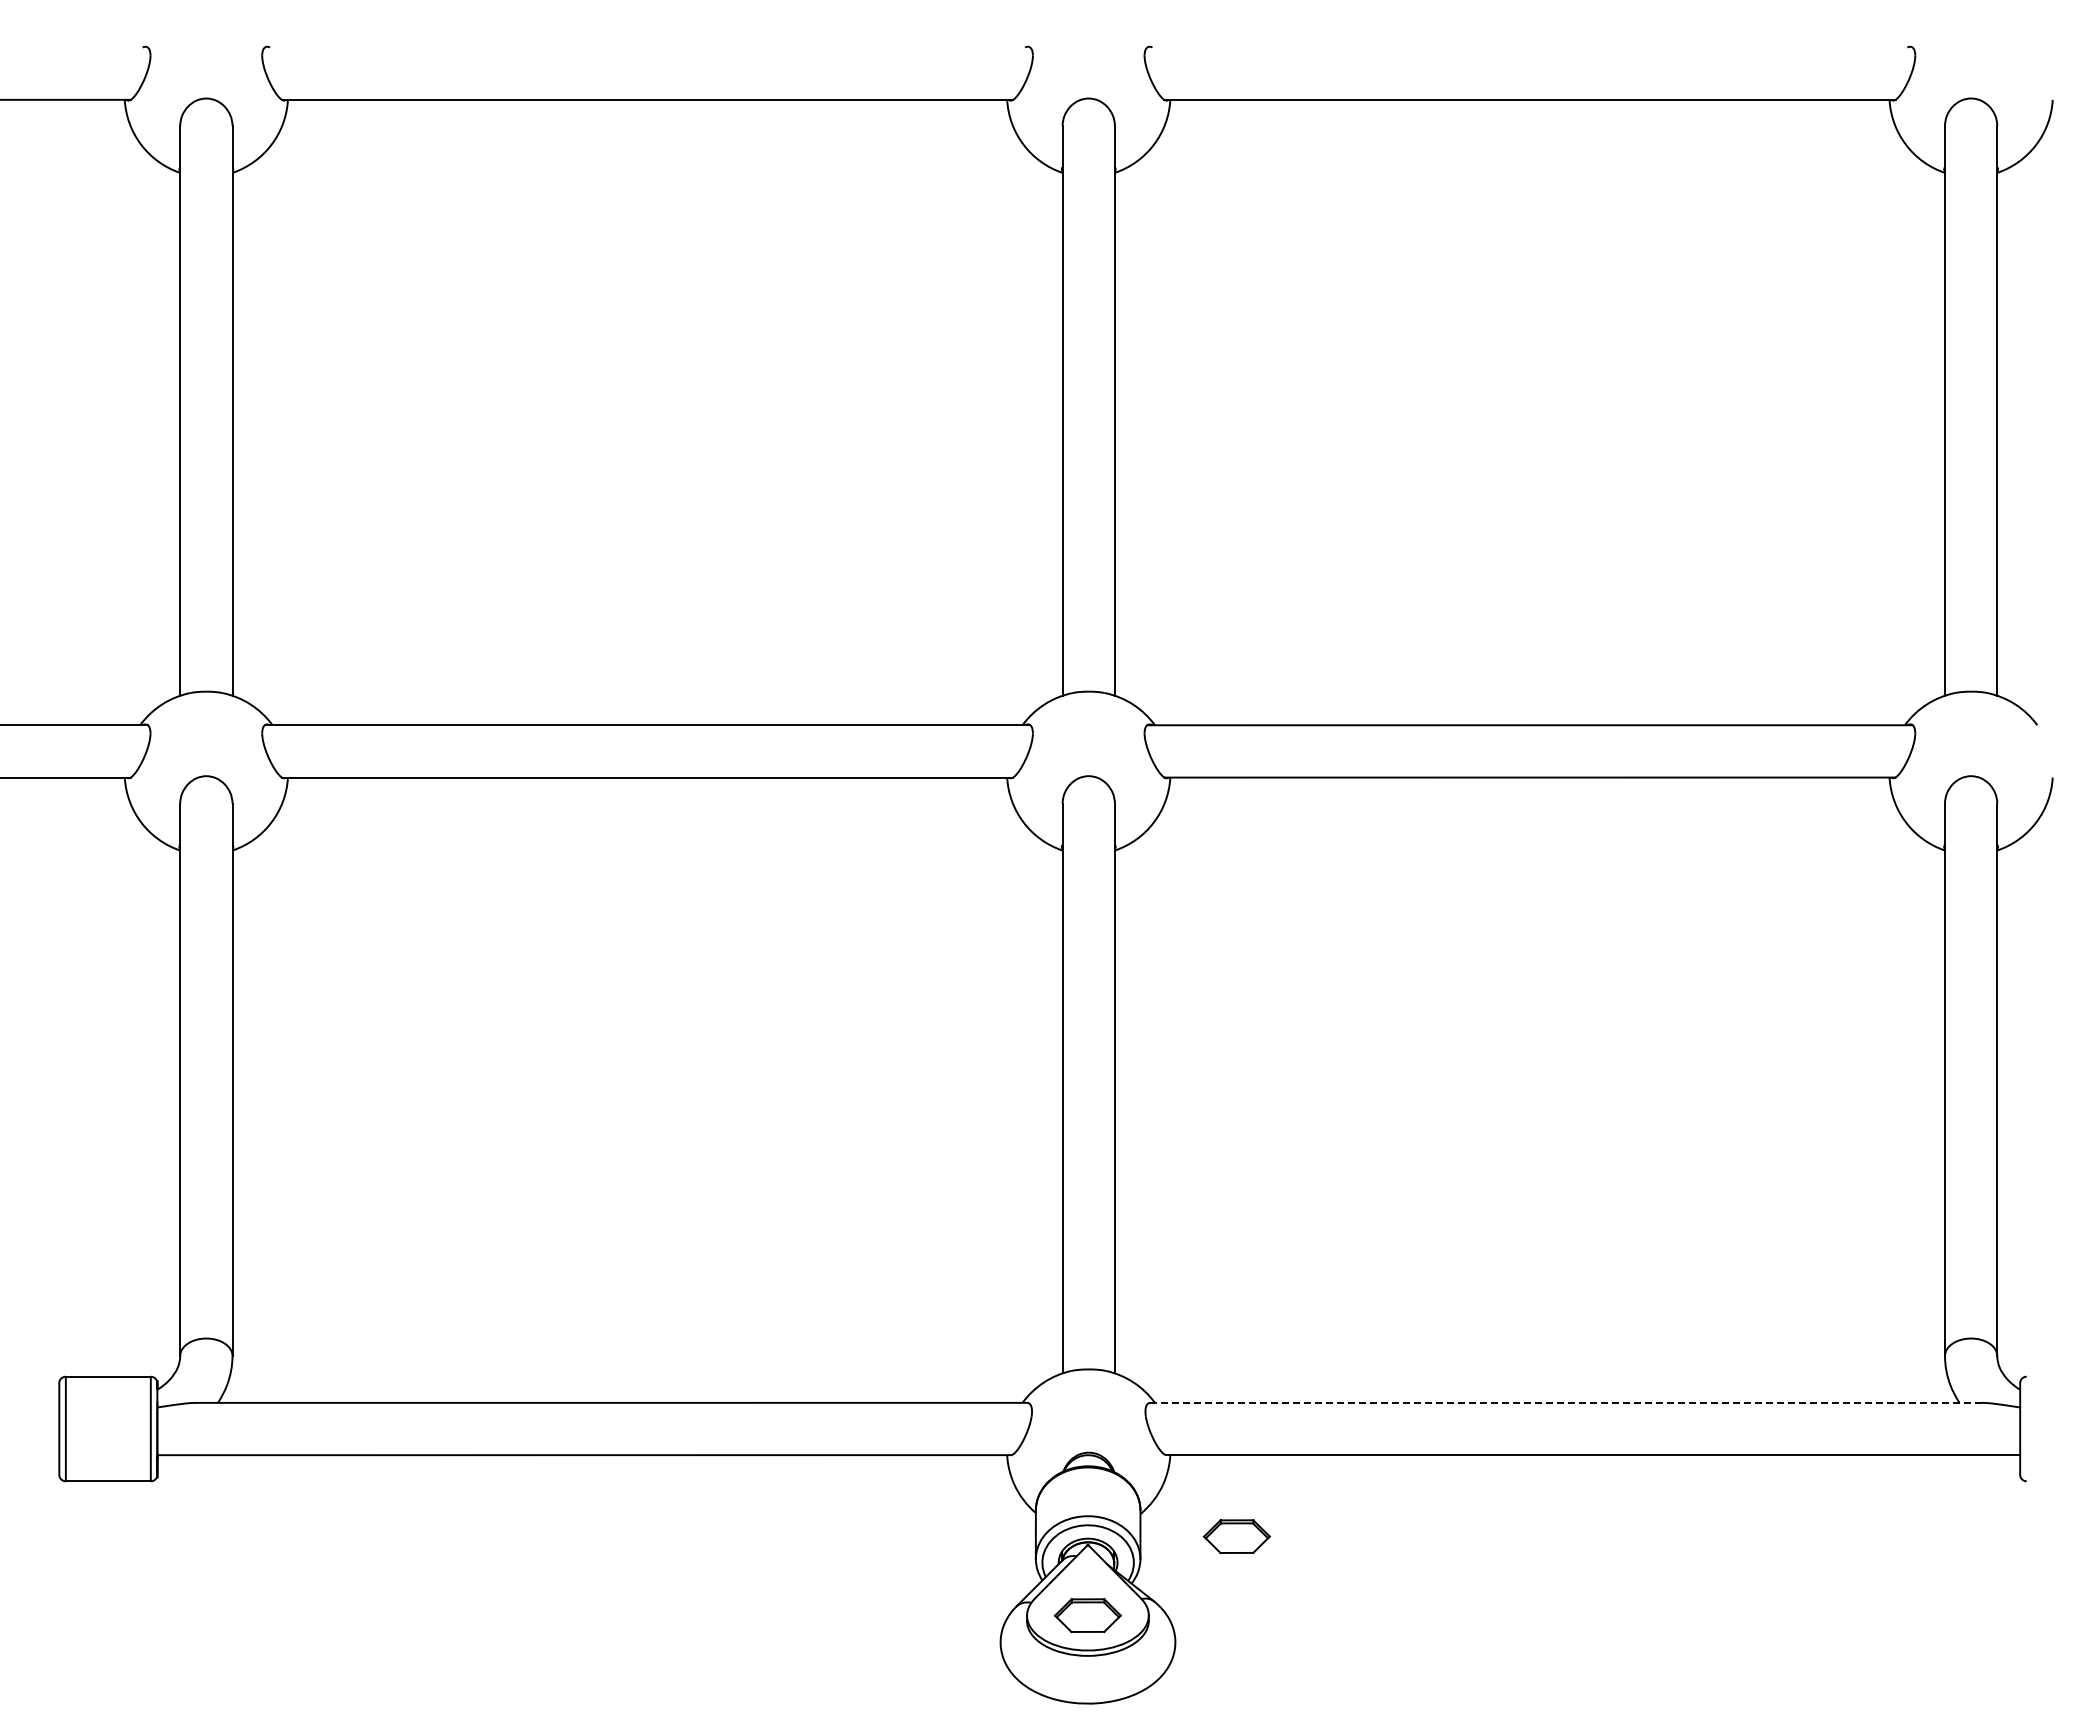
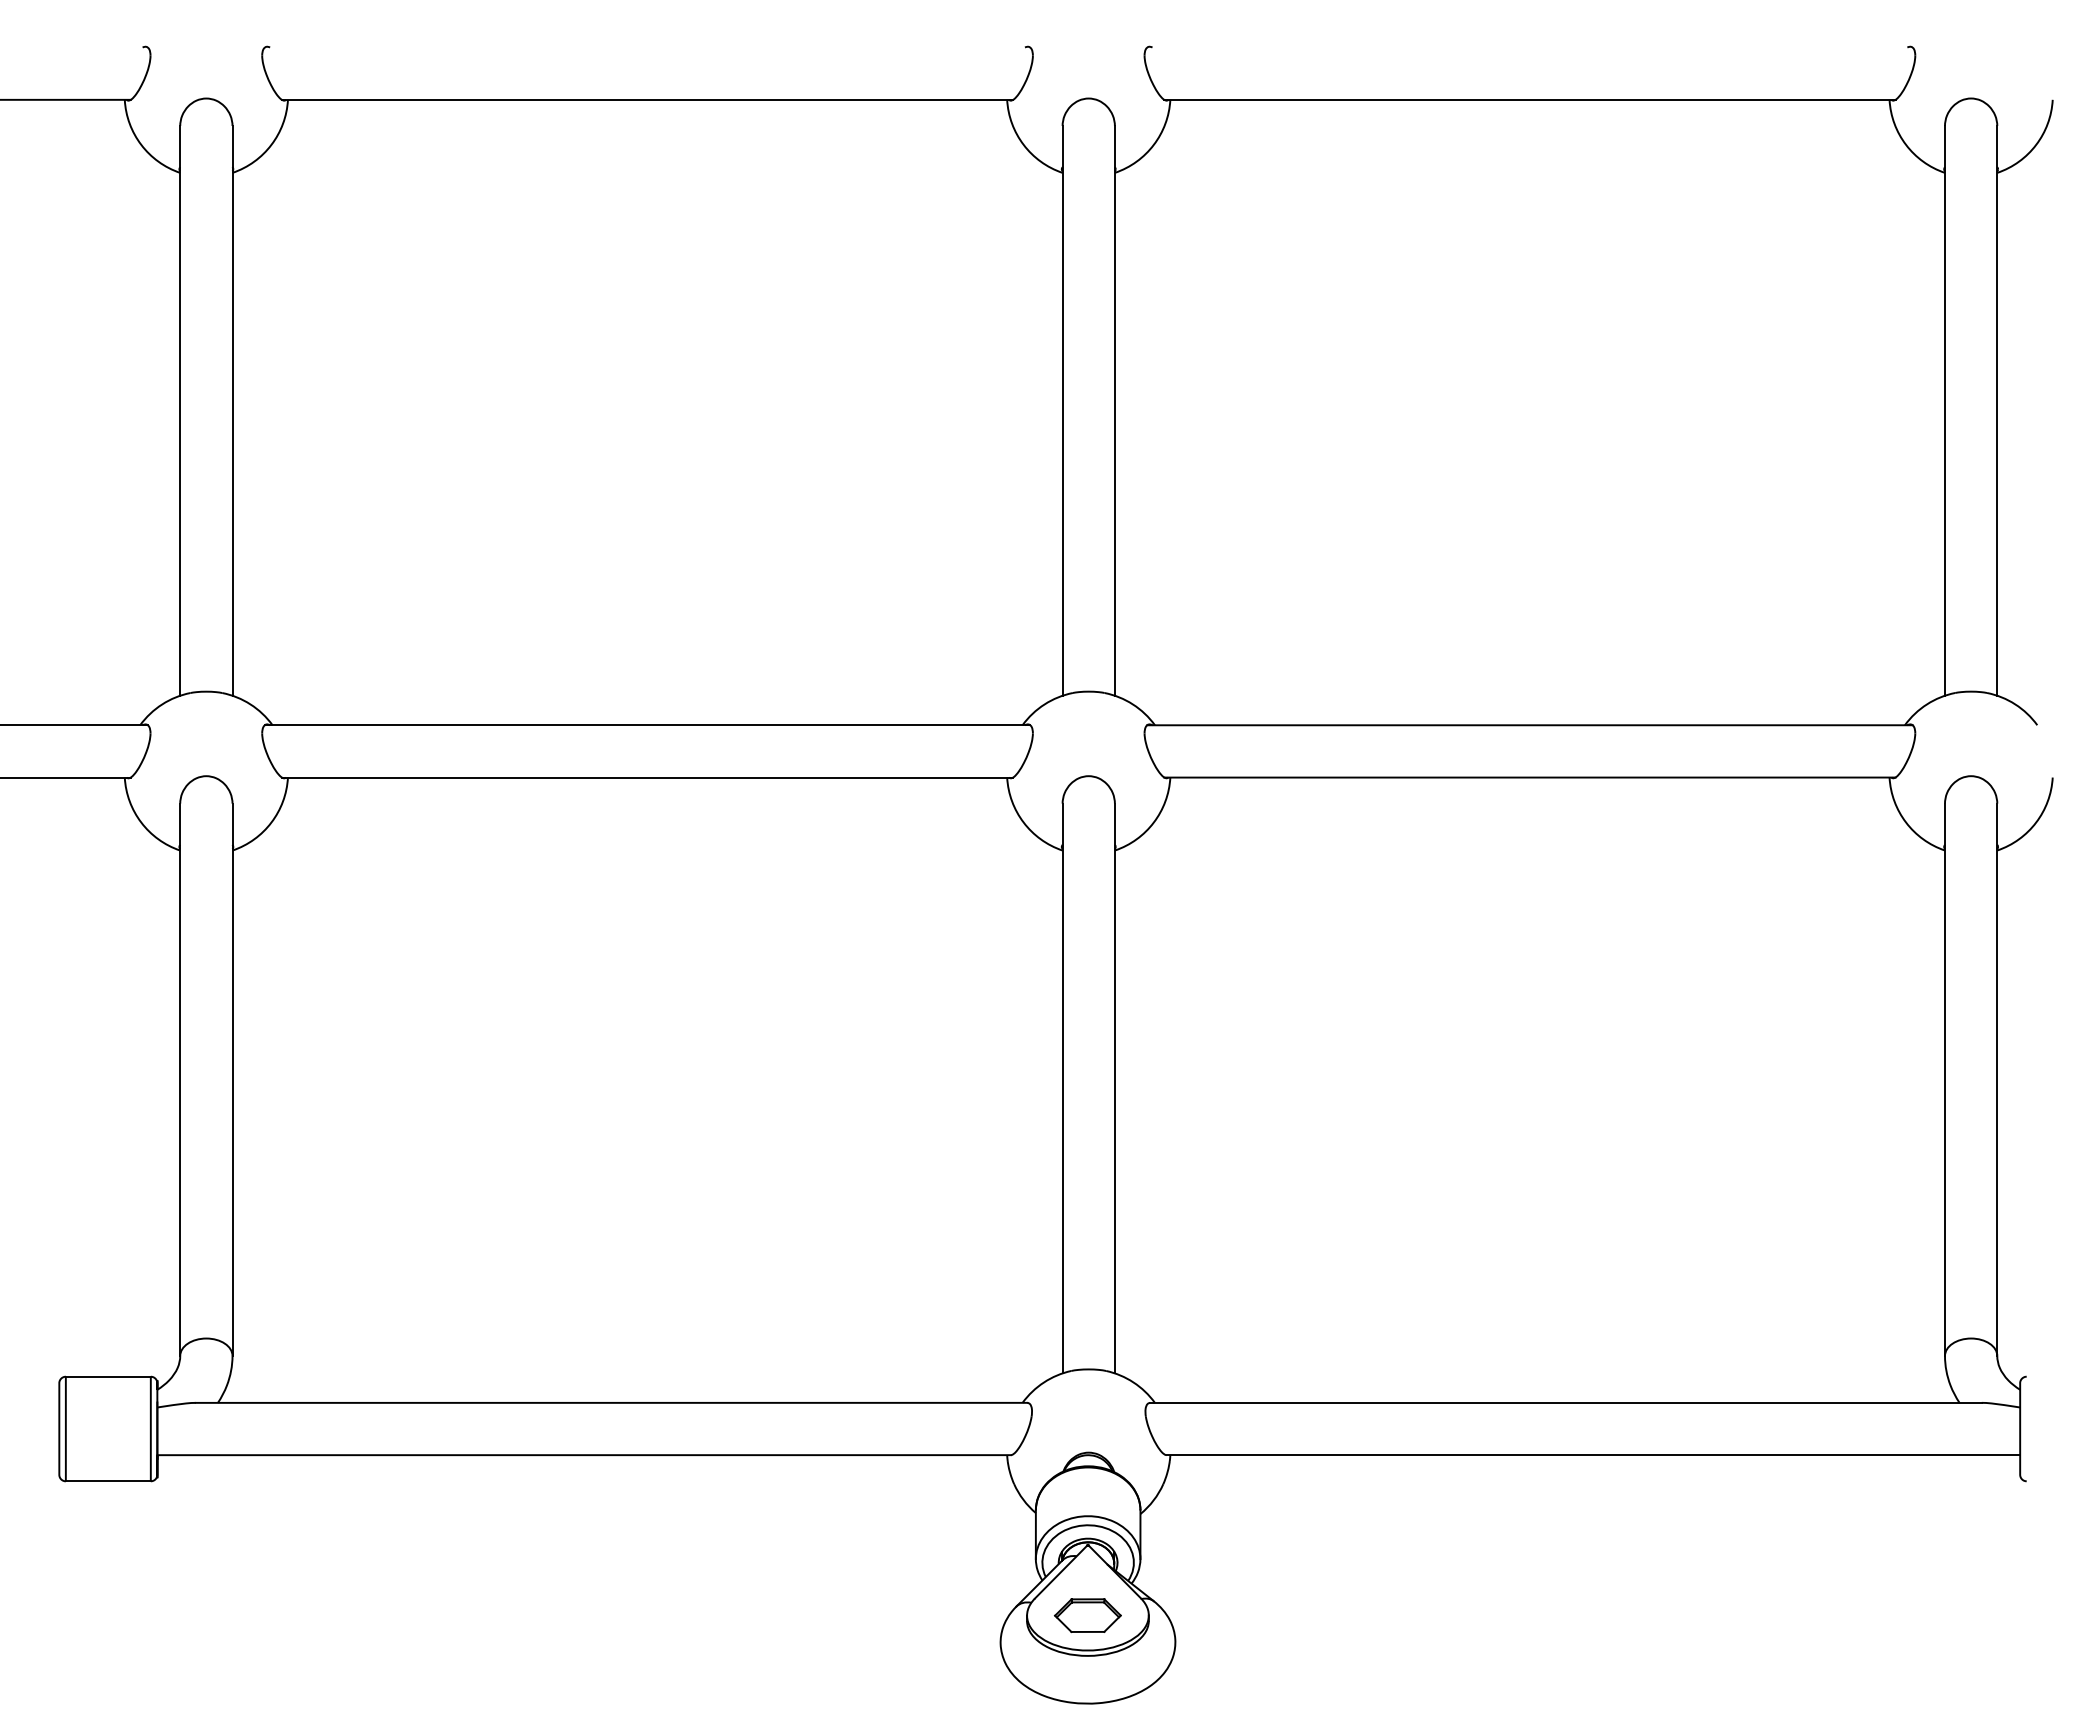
line at (1566, 1402): dashed -> solid
part at (1236, 1536): present -> none
